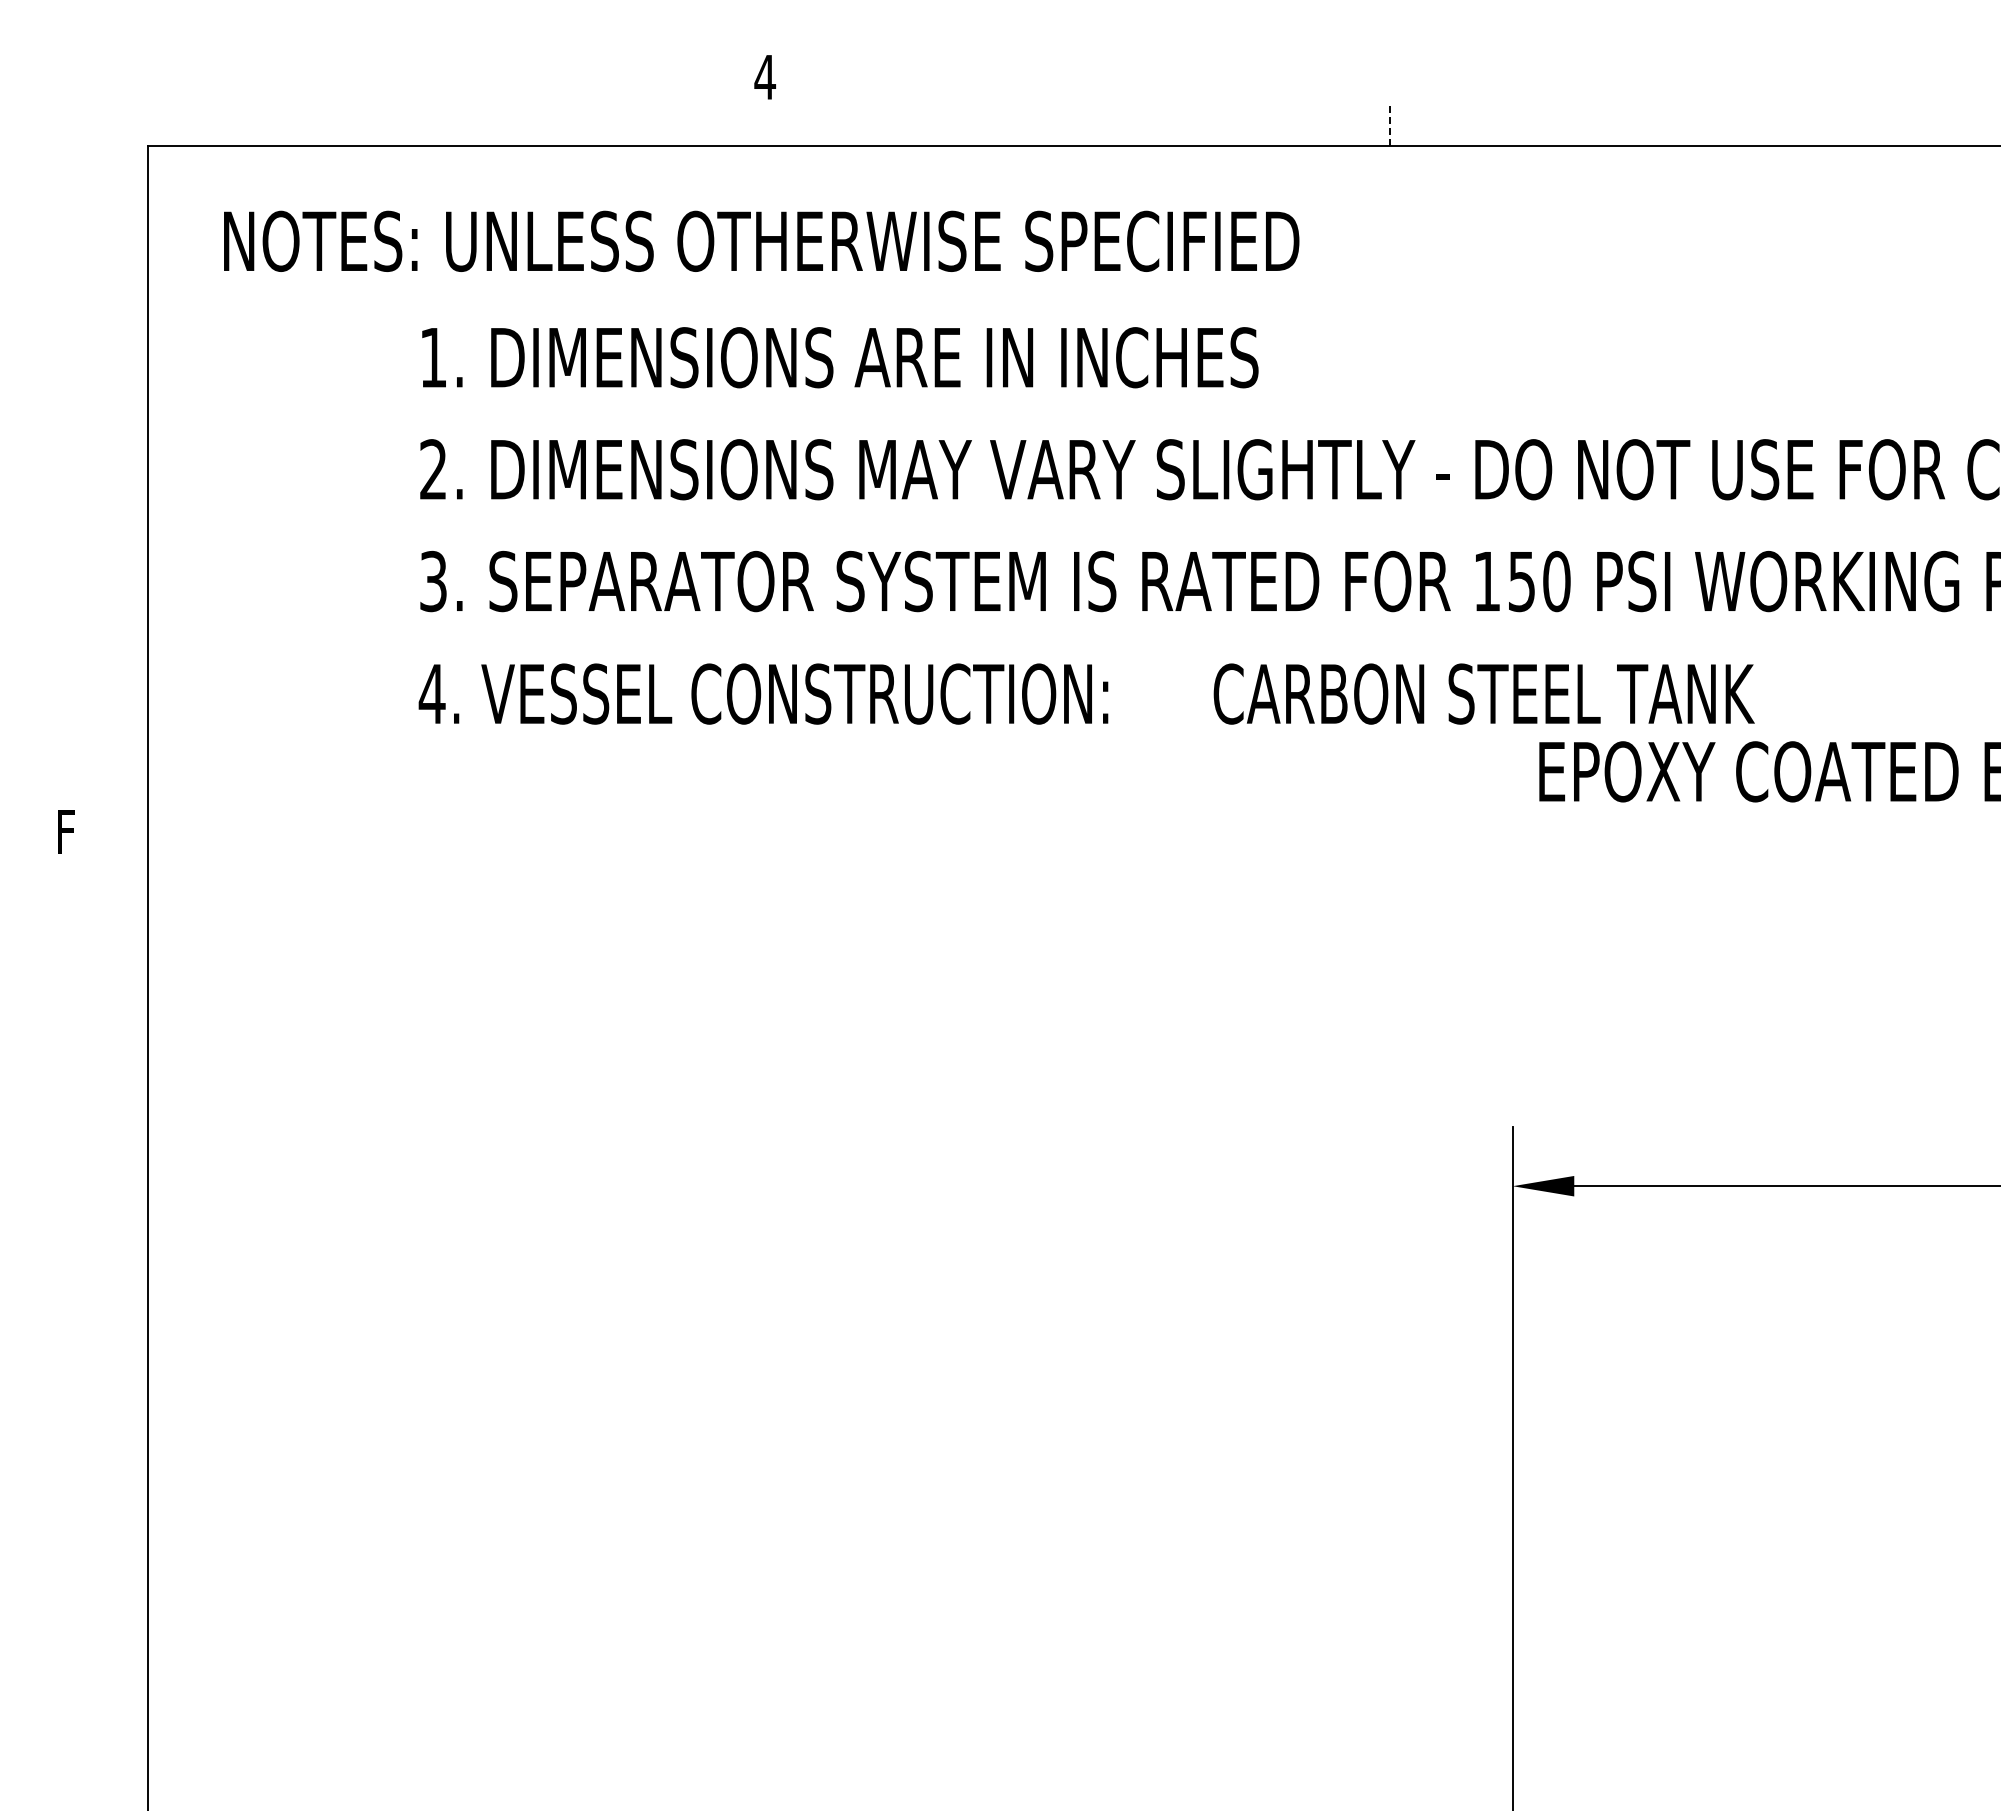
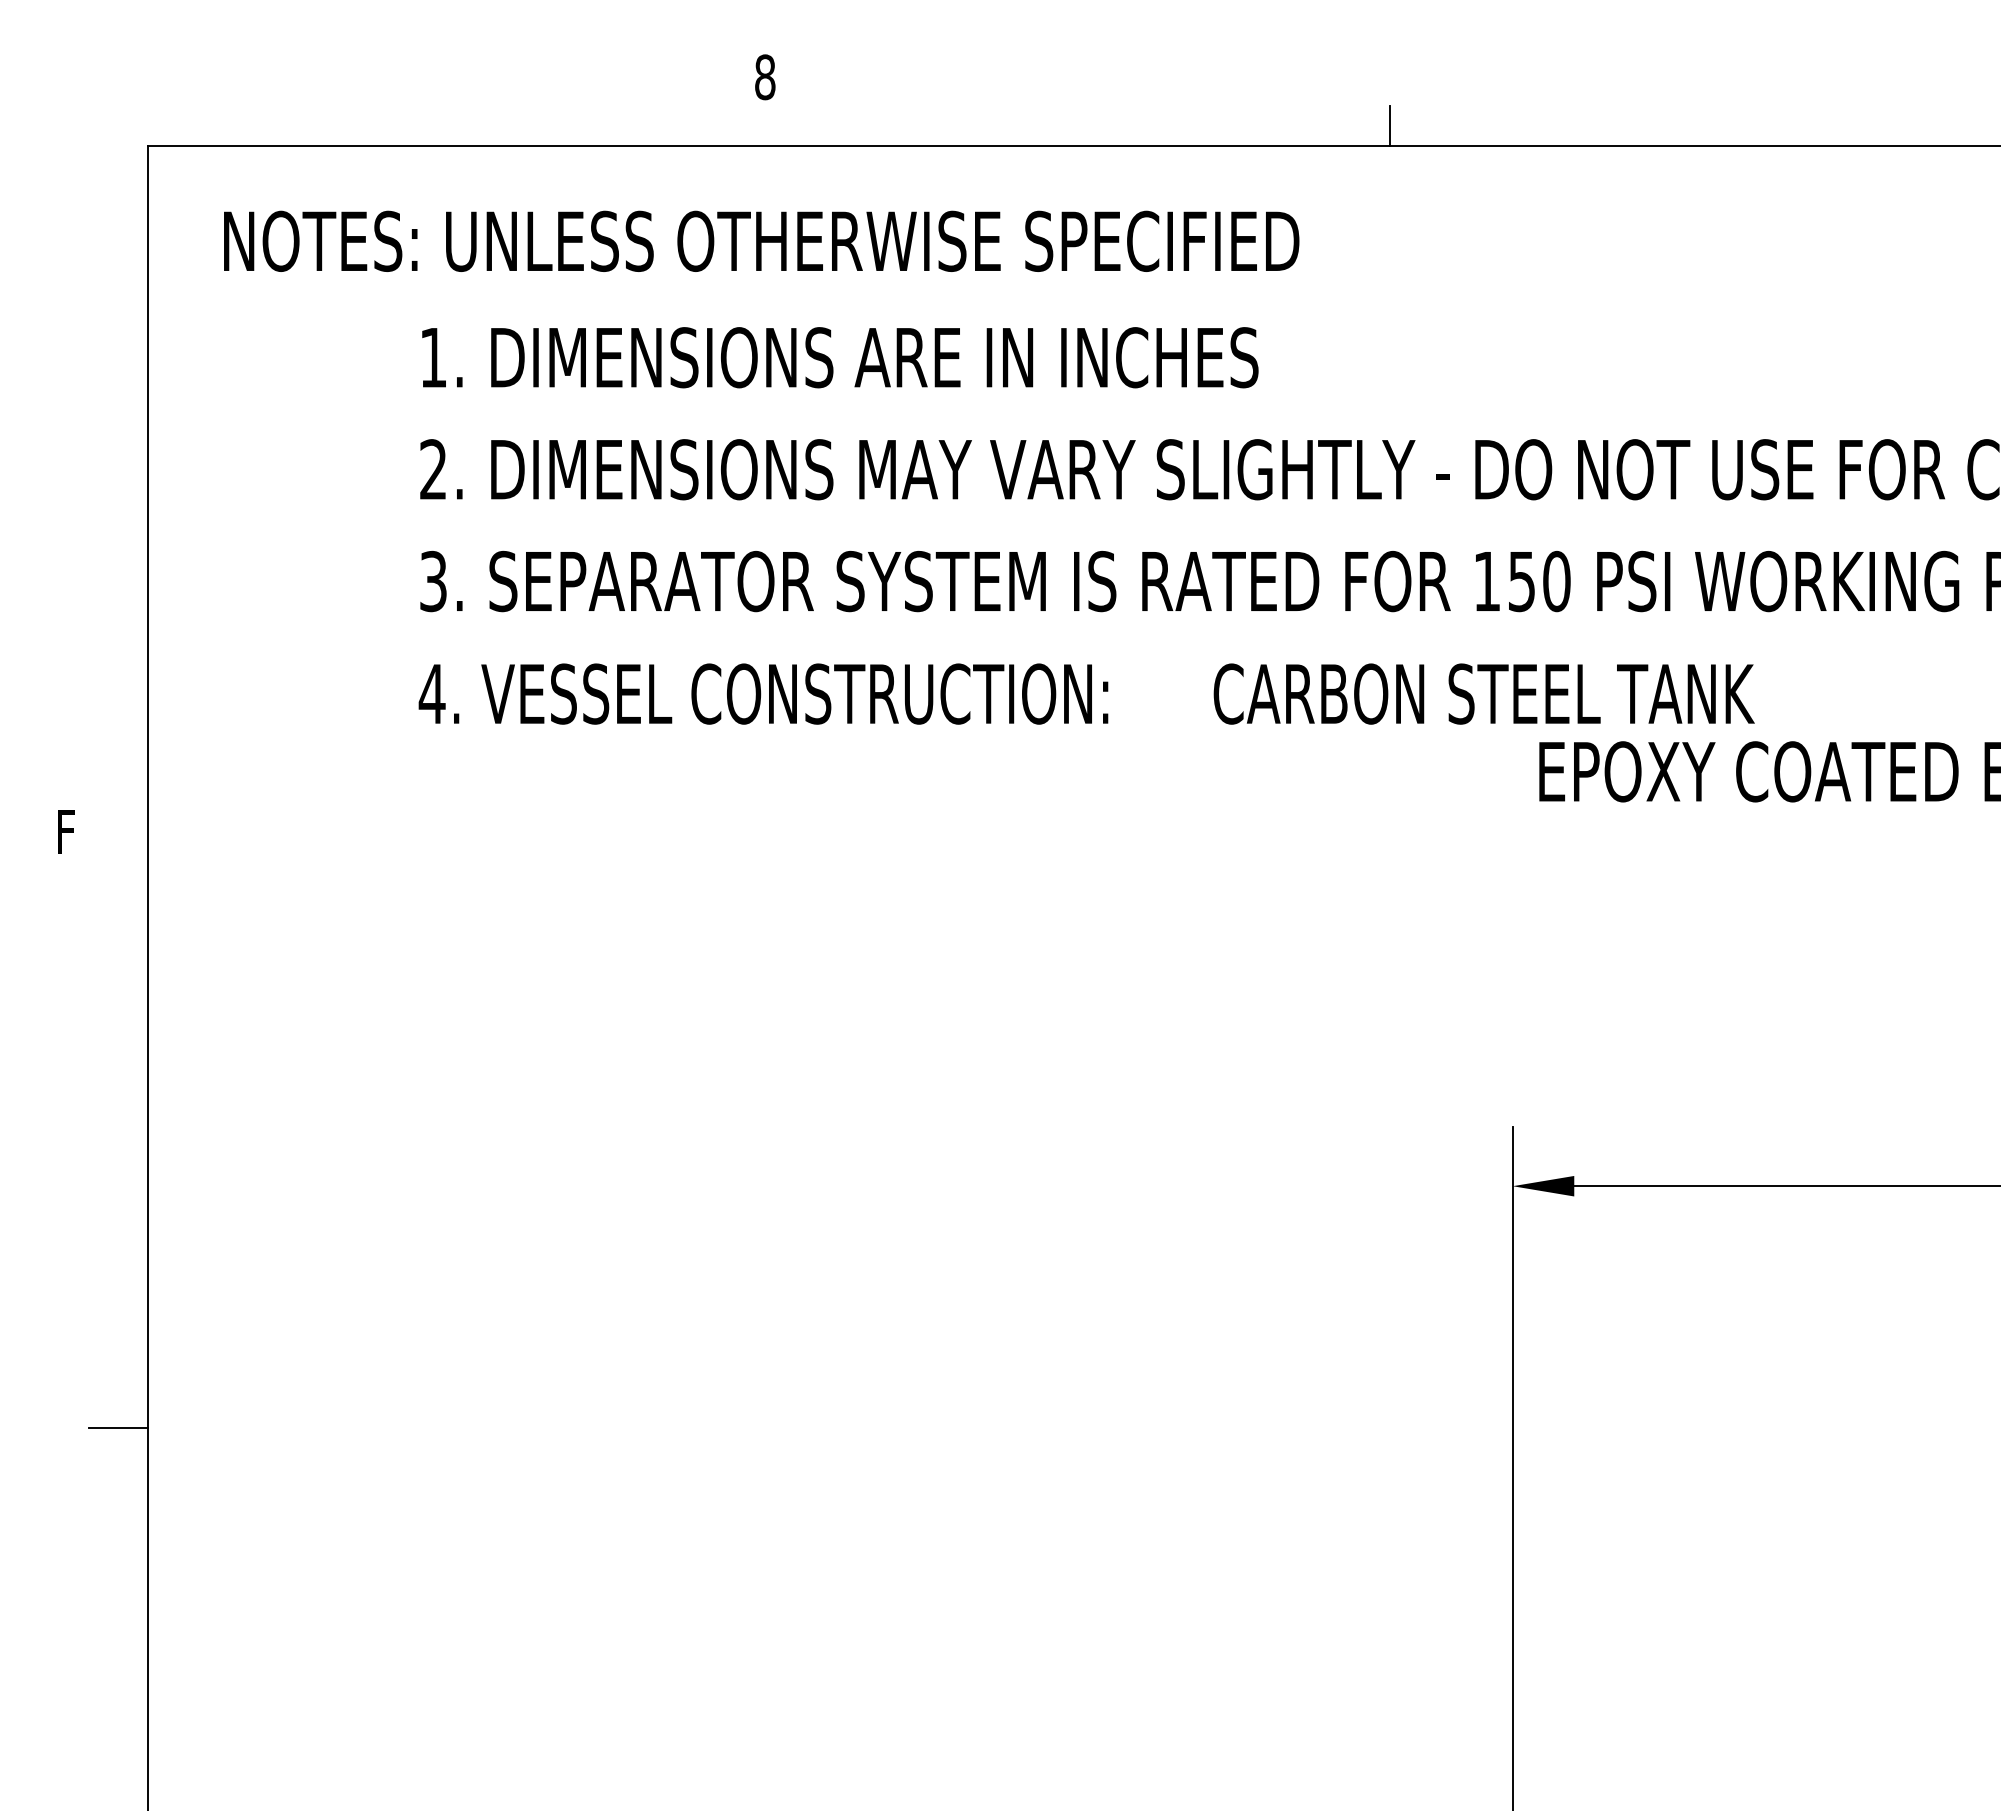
text at (765, 77): 4 -> 8
line at (1390, 125): dashed -> solid
line at (117, 1427): none -> present
